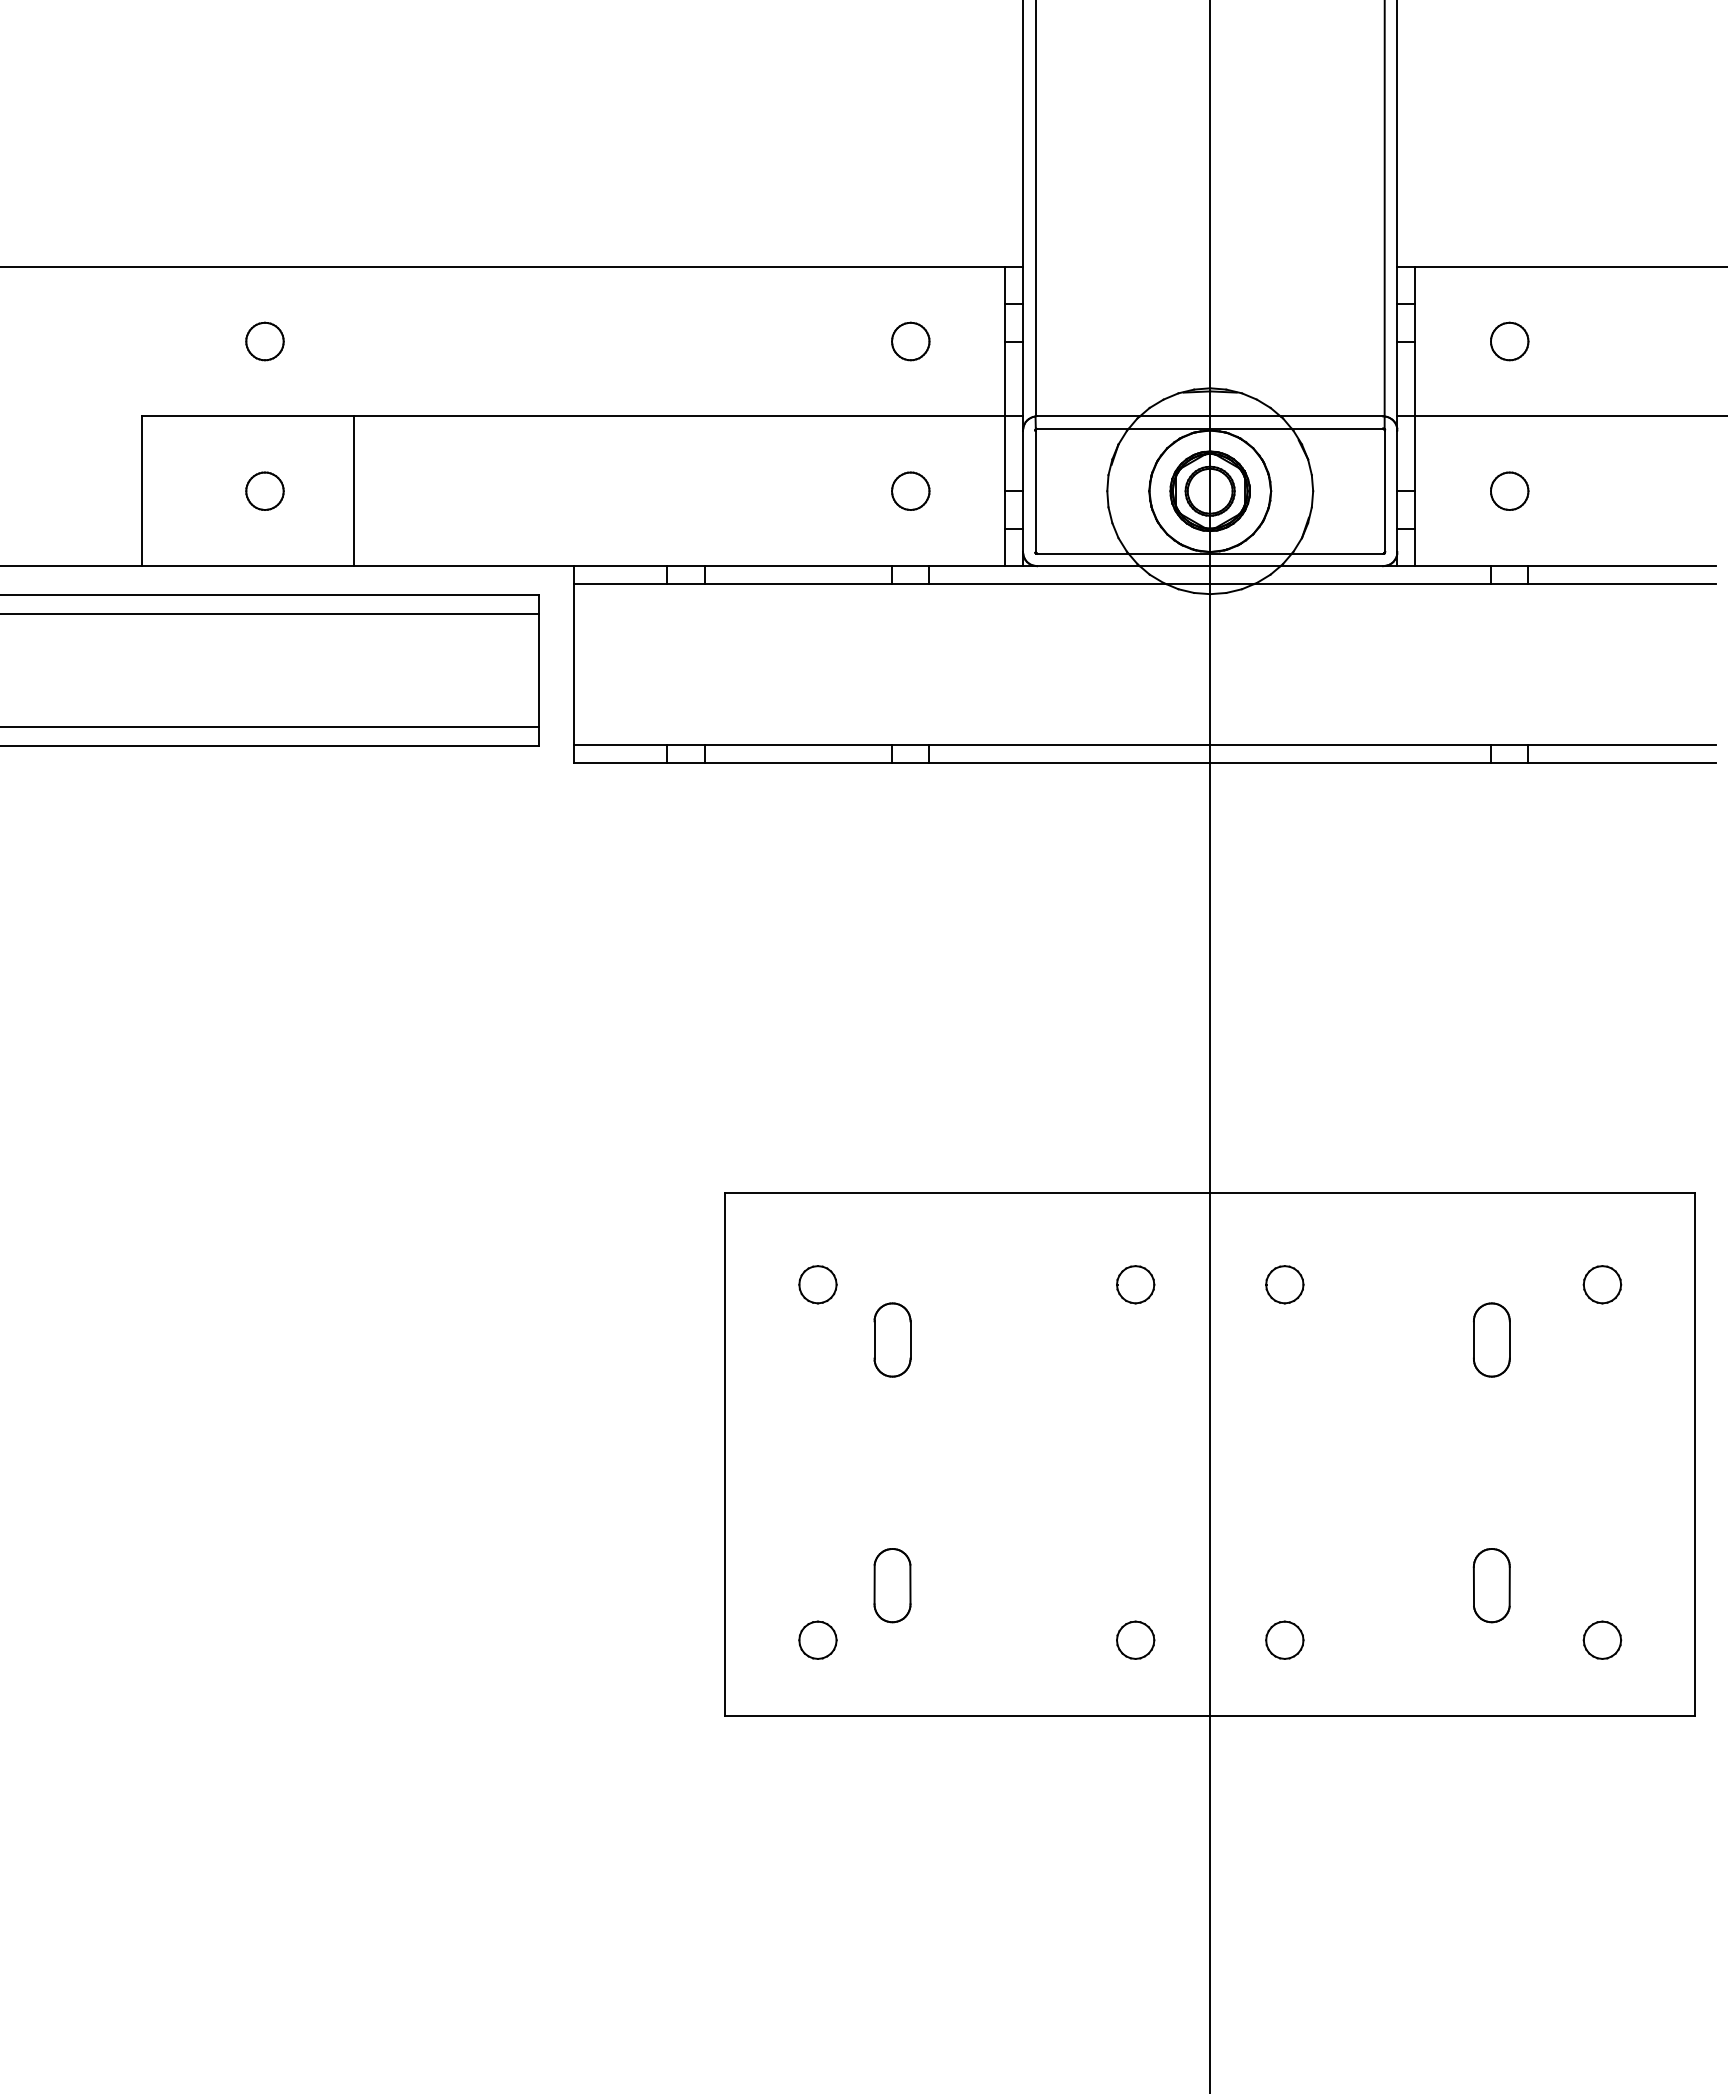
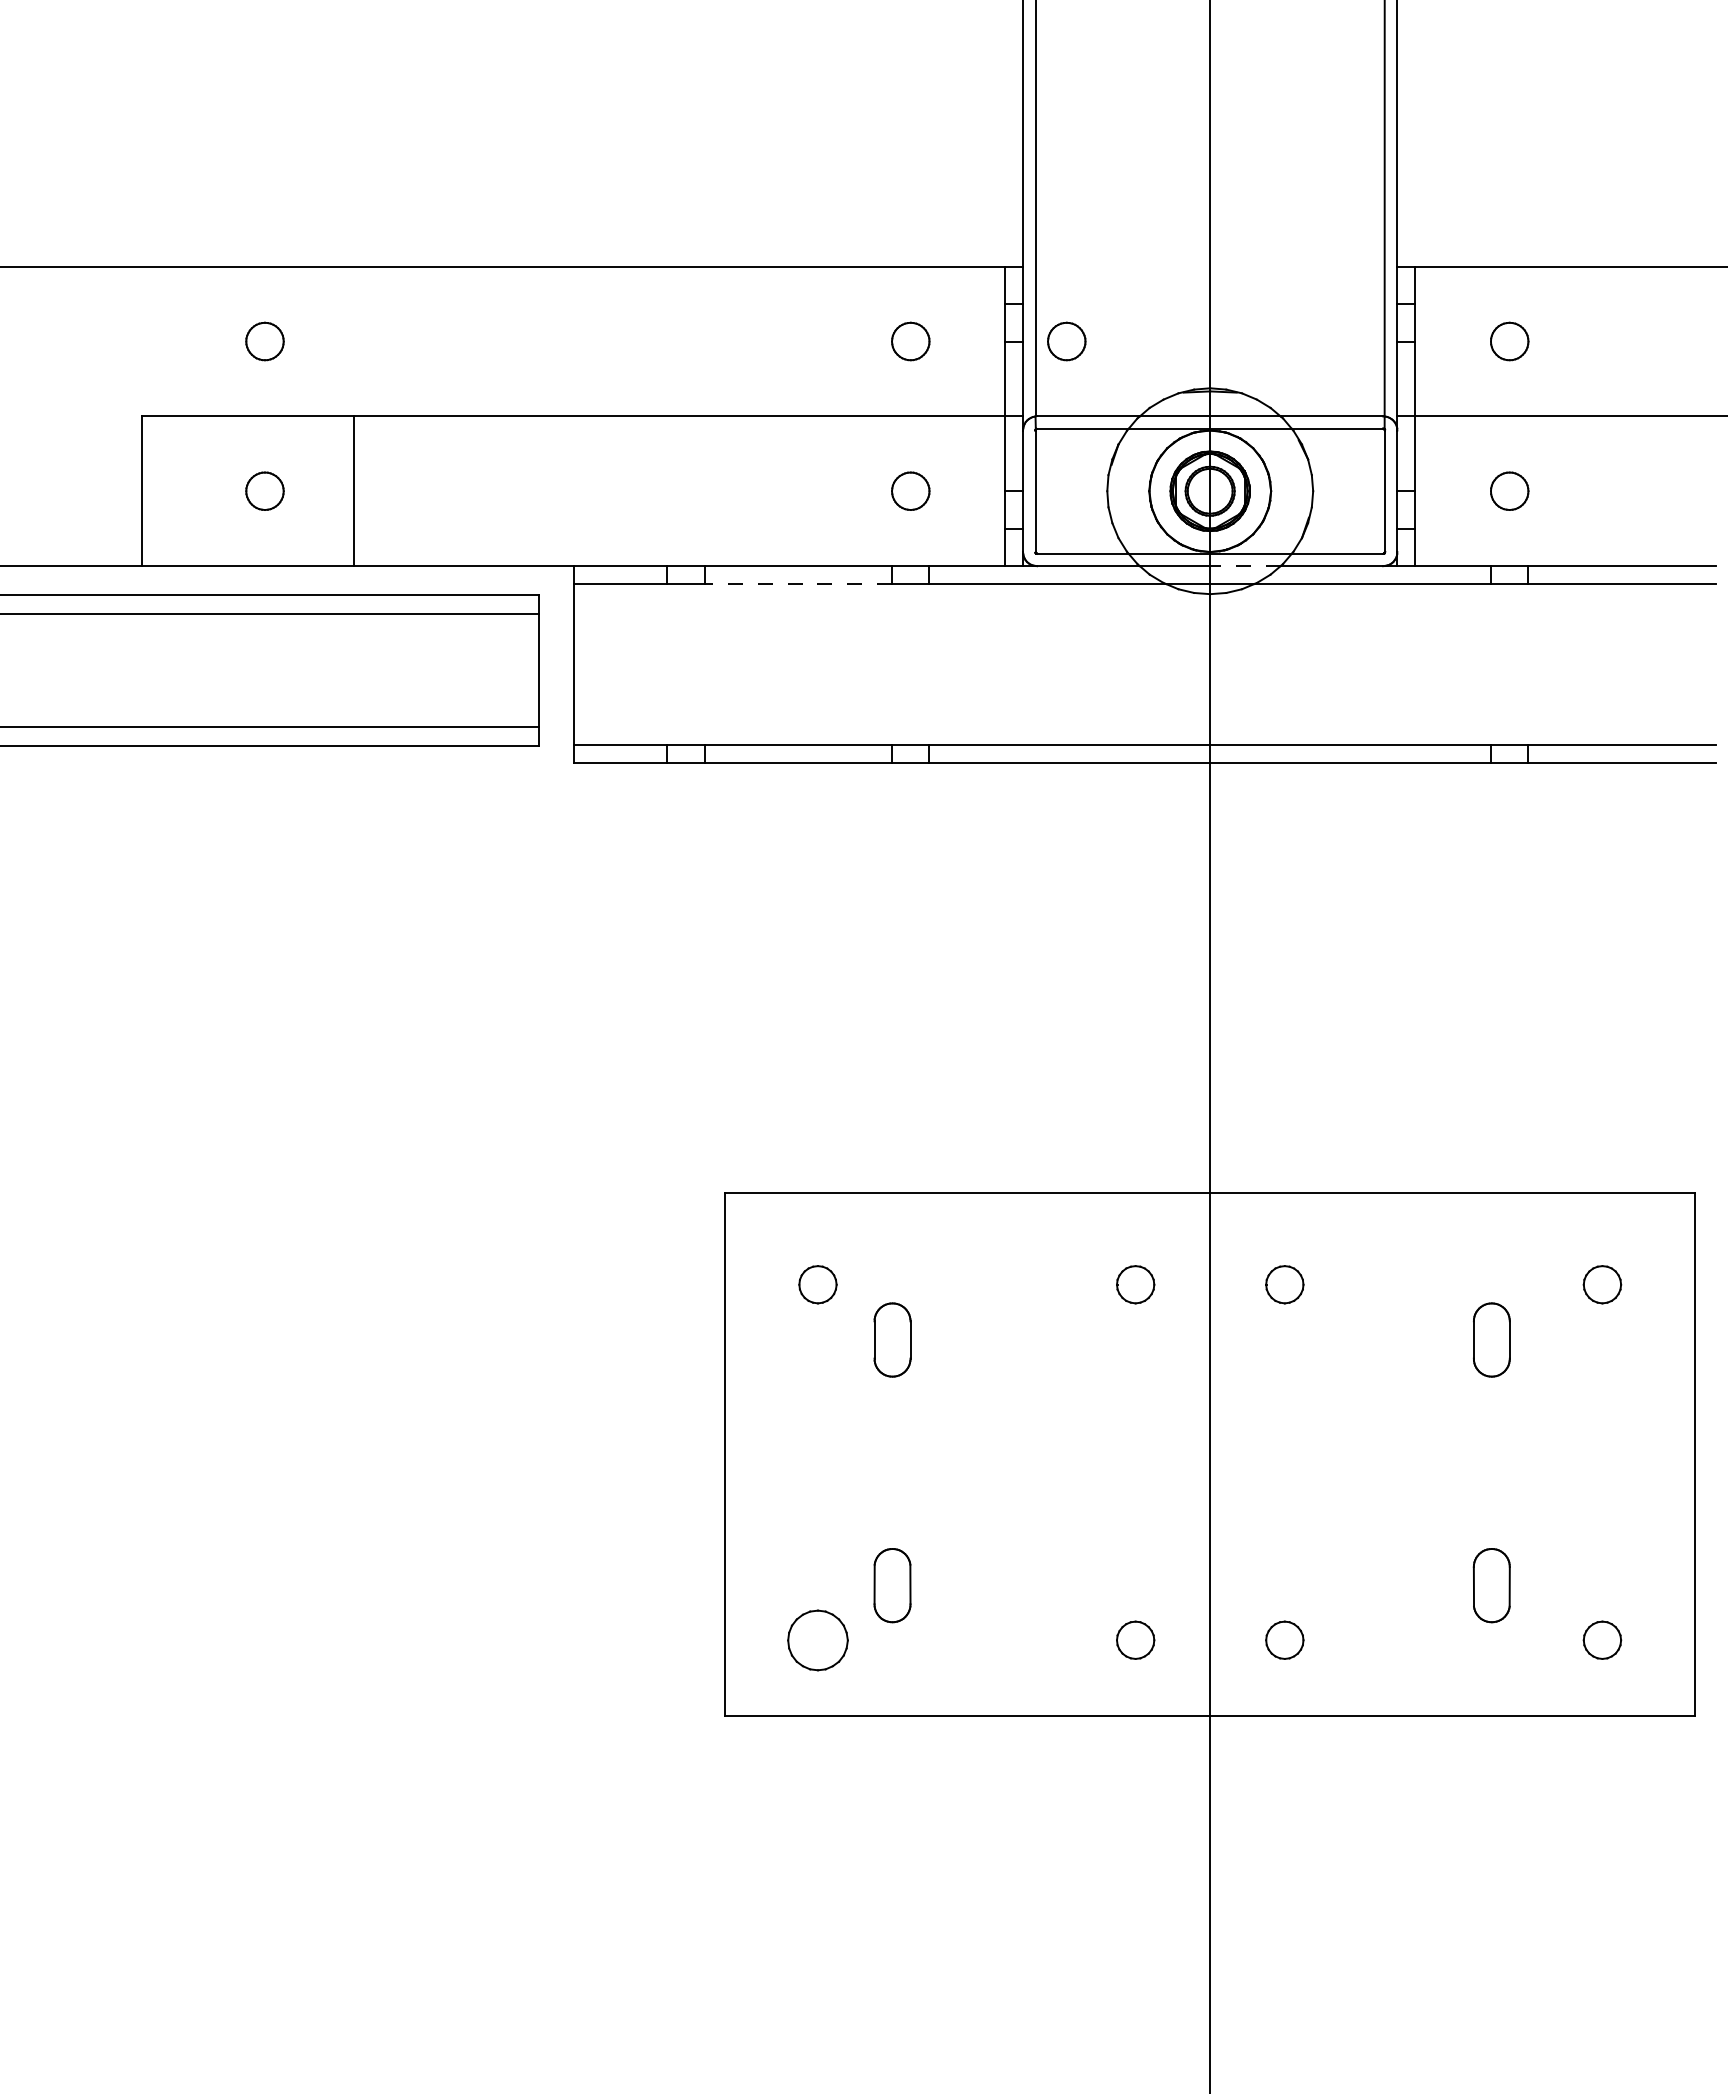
part at (1066, 341): none -> present
line at (1244, 566): solid -> dashed
line at (798, 584): solid -> dashed
part at (817, 1639) size: 40x40 px -> 62x63 px
